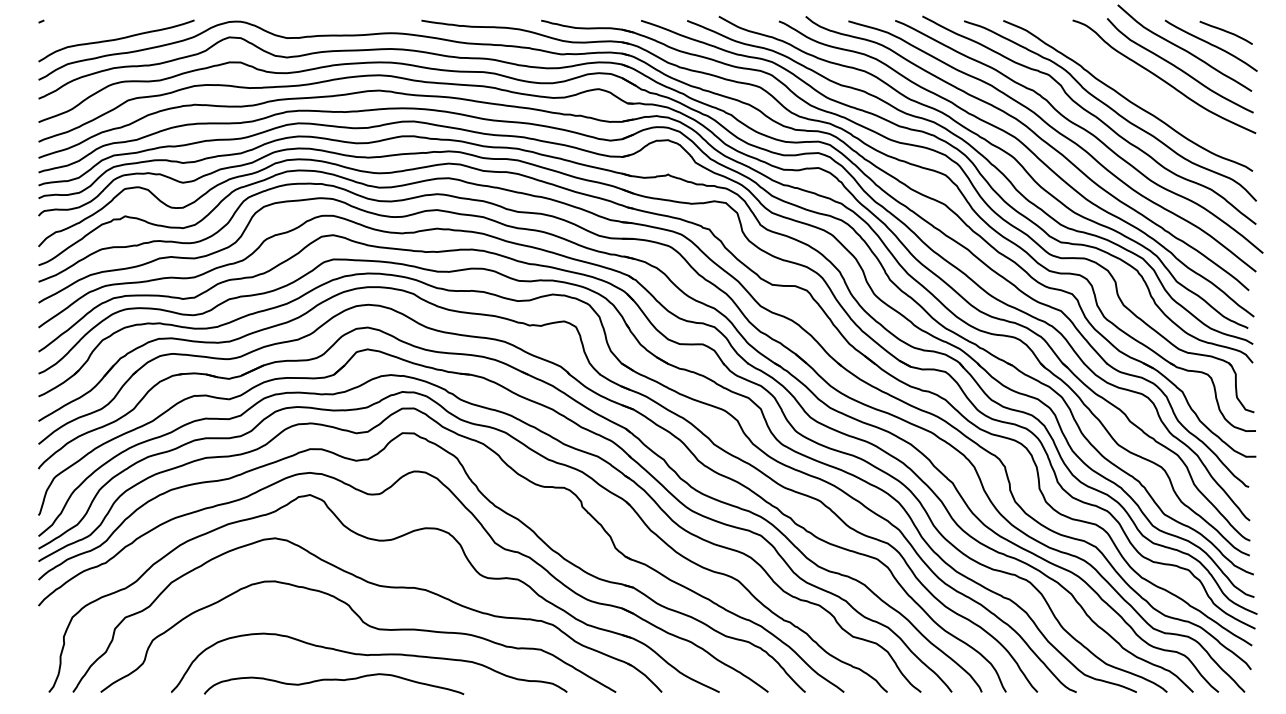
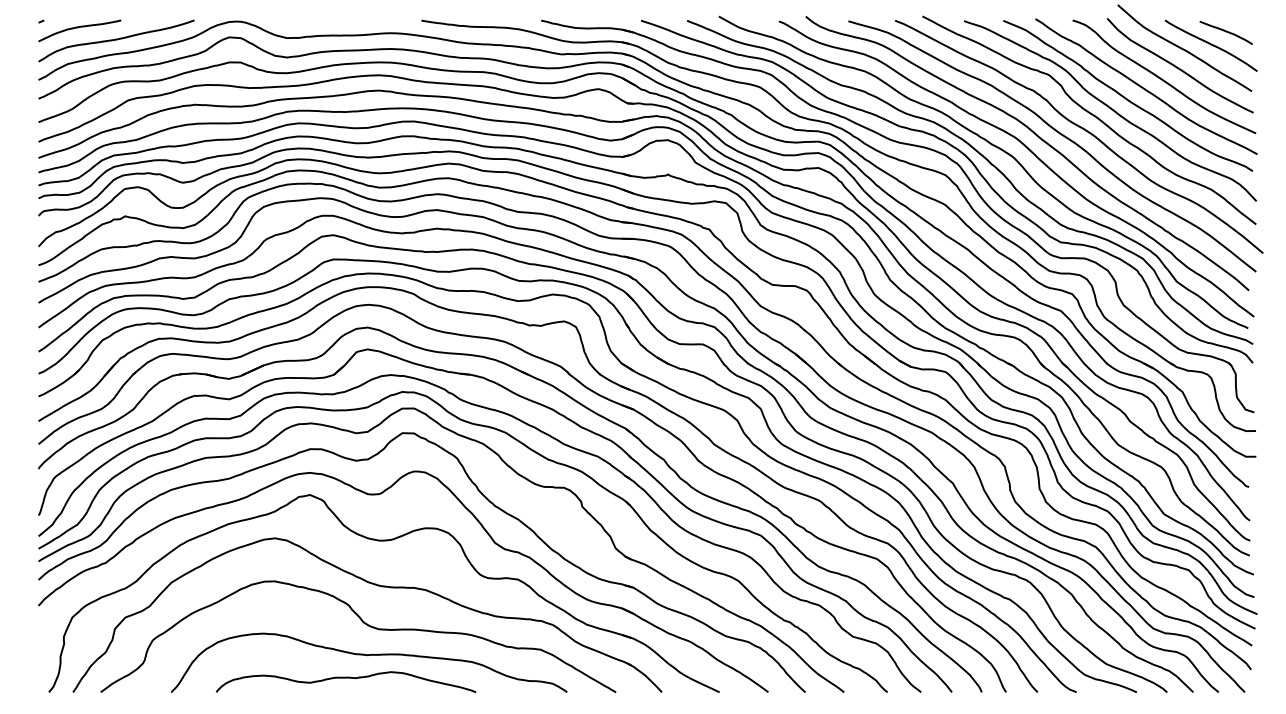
curve at (78, 28): none -> present
curve at (1145, 88): none -> present
curve at (334, 680) position: (334, 680) -> (346, 678)
